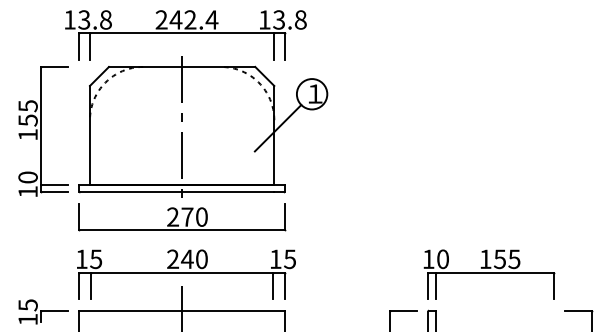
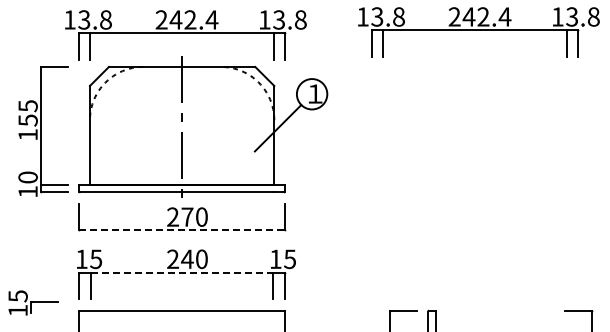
part at (478, 32): none -> present
line at (182, 230): solid -> dashed
line at (182, 272): solid -> dashed
part at (489, 274): present -> none
line at (182, 306): present -> none
part at (43, 311) position: (43, 311) -> (33, 302)
